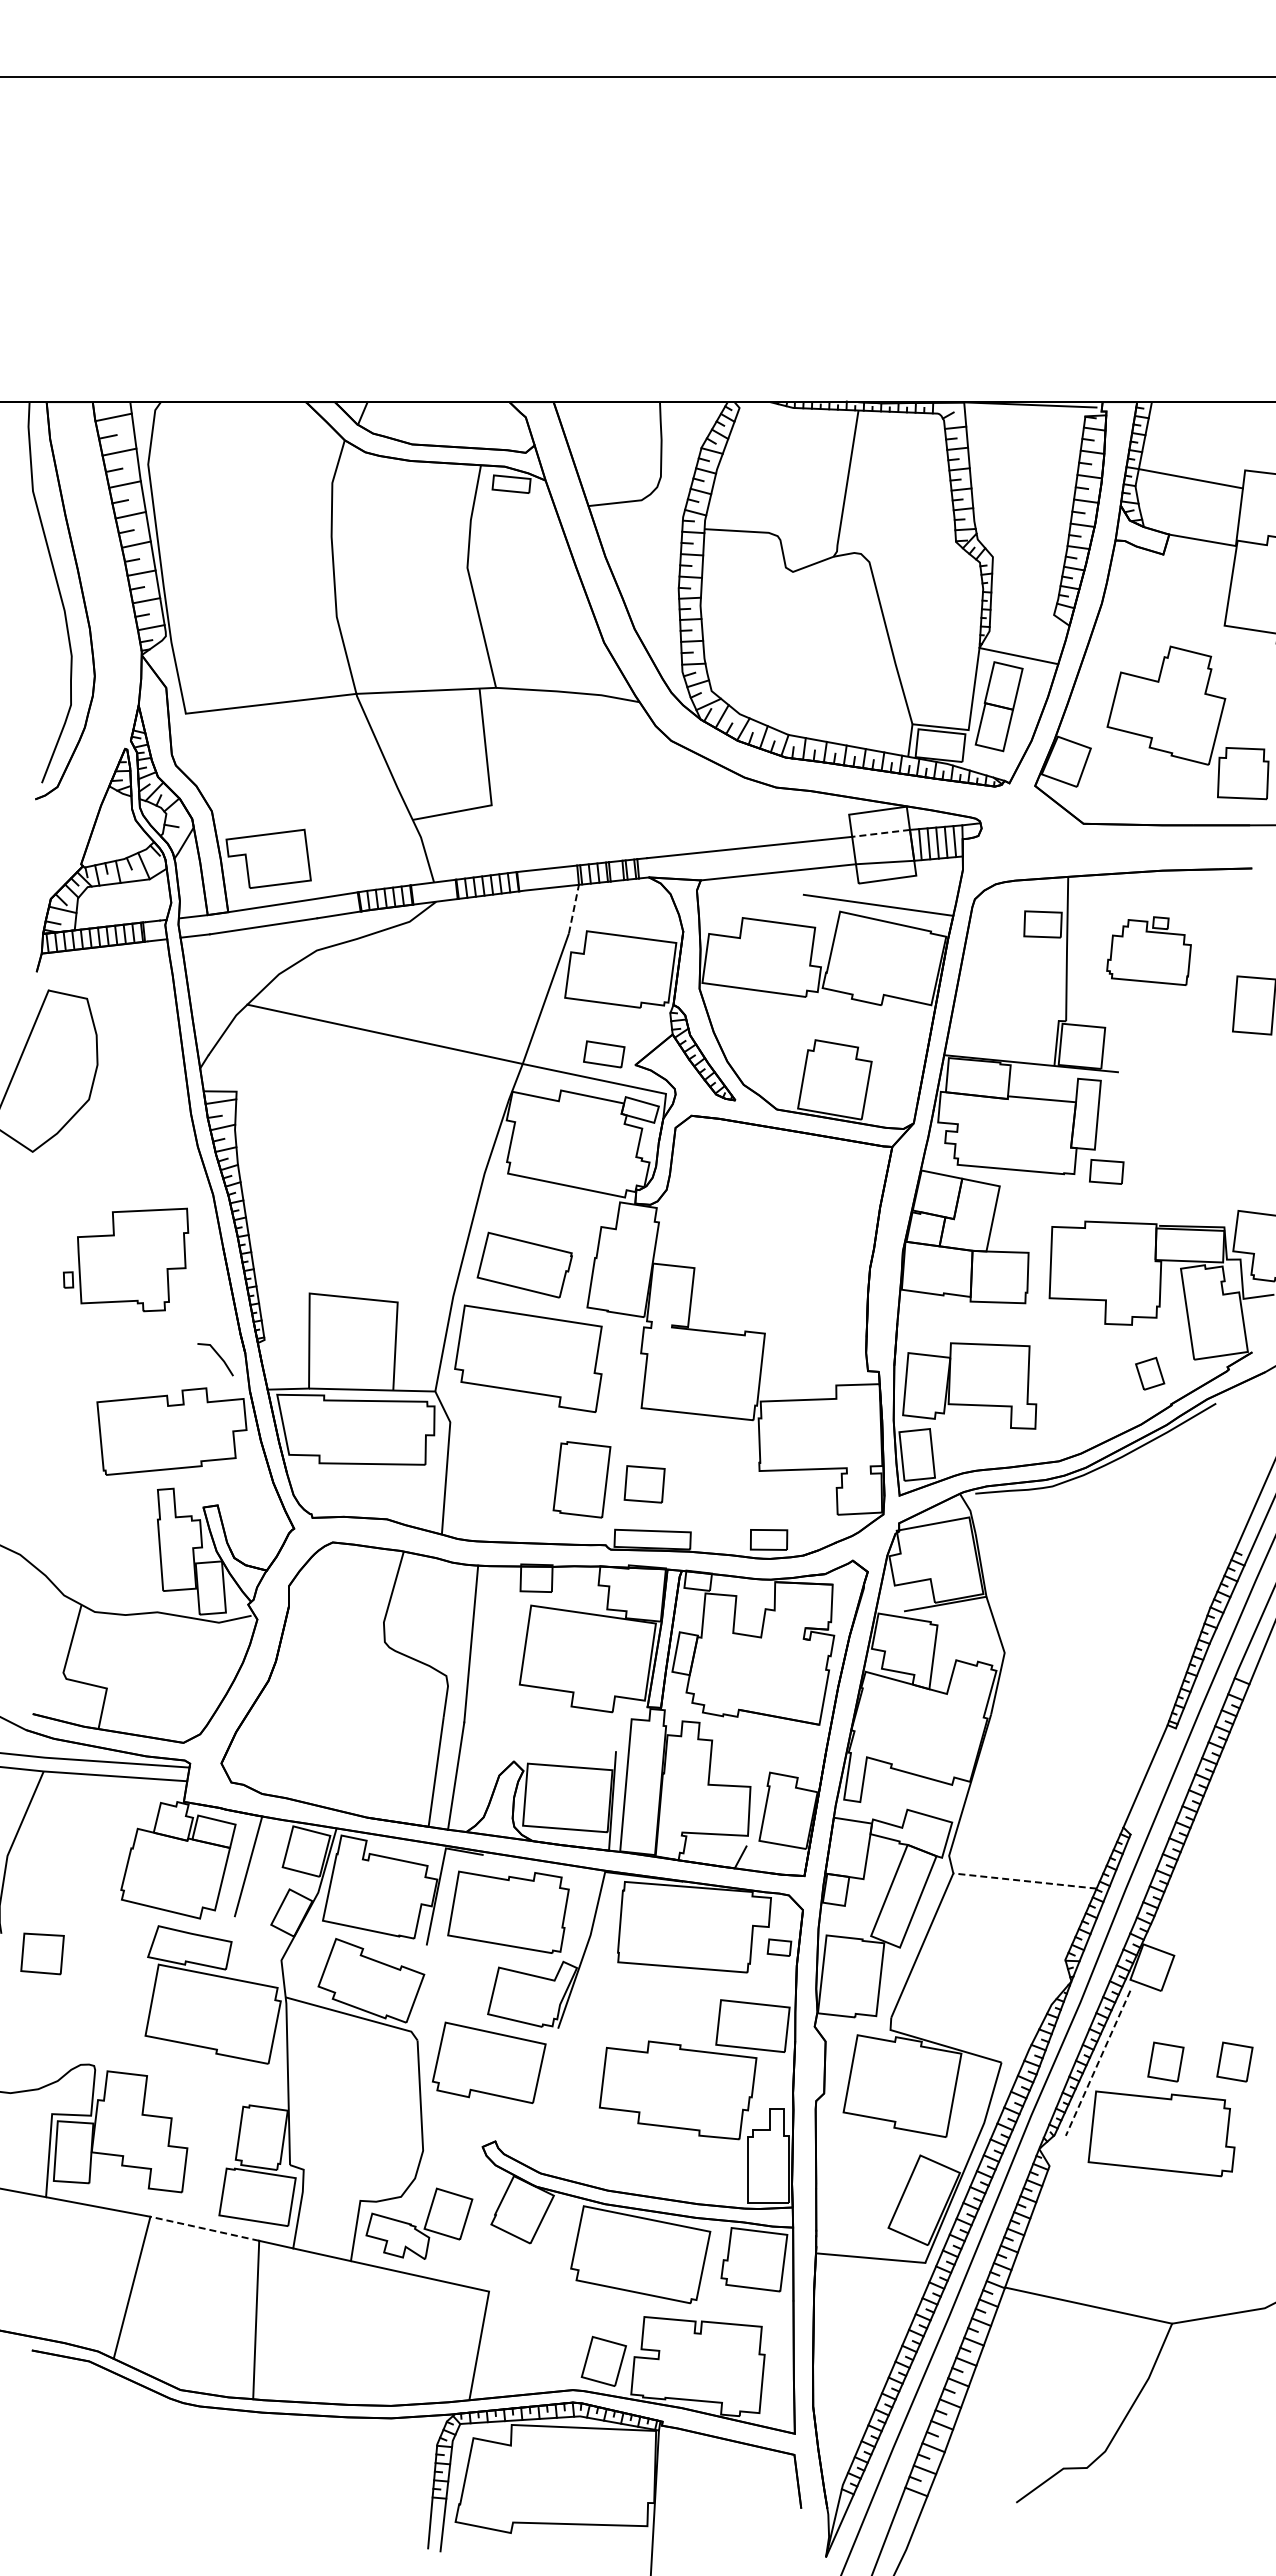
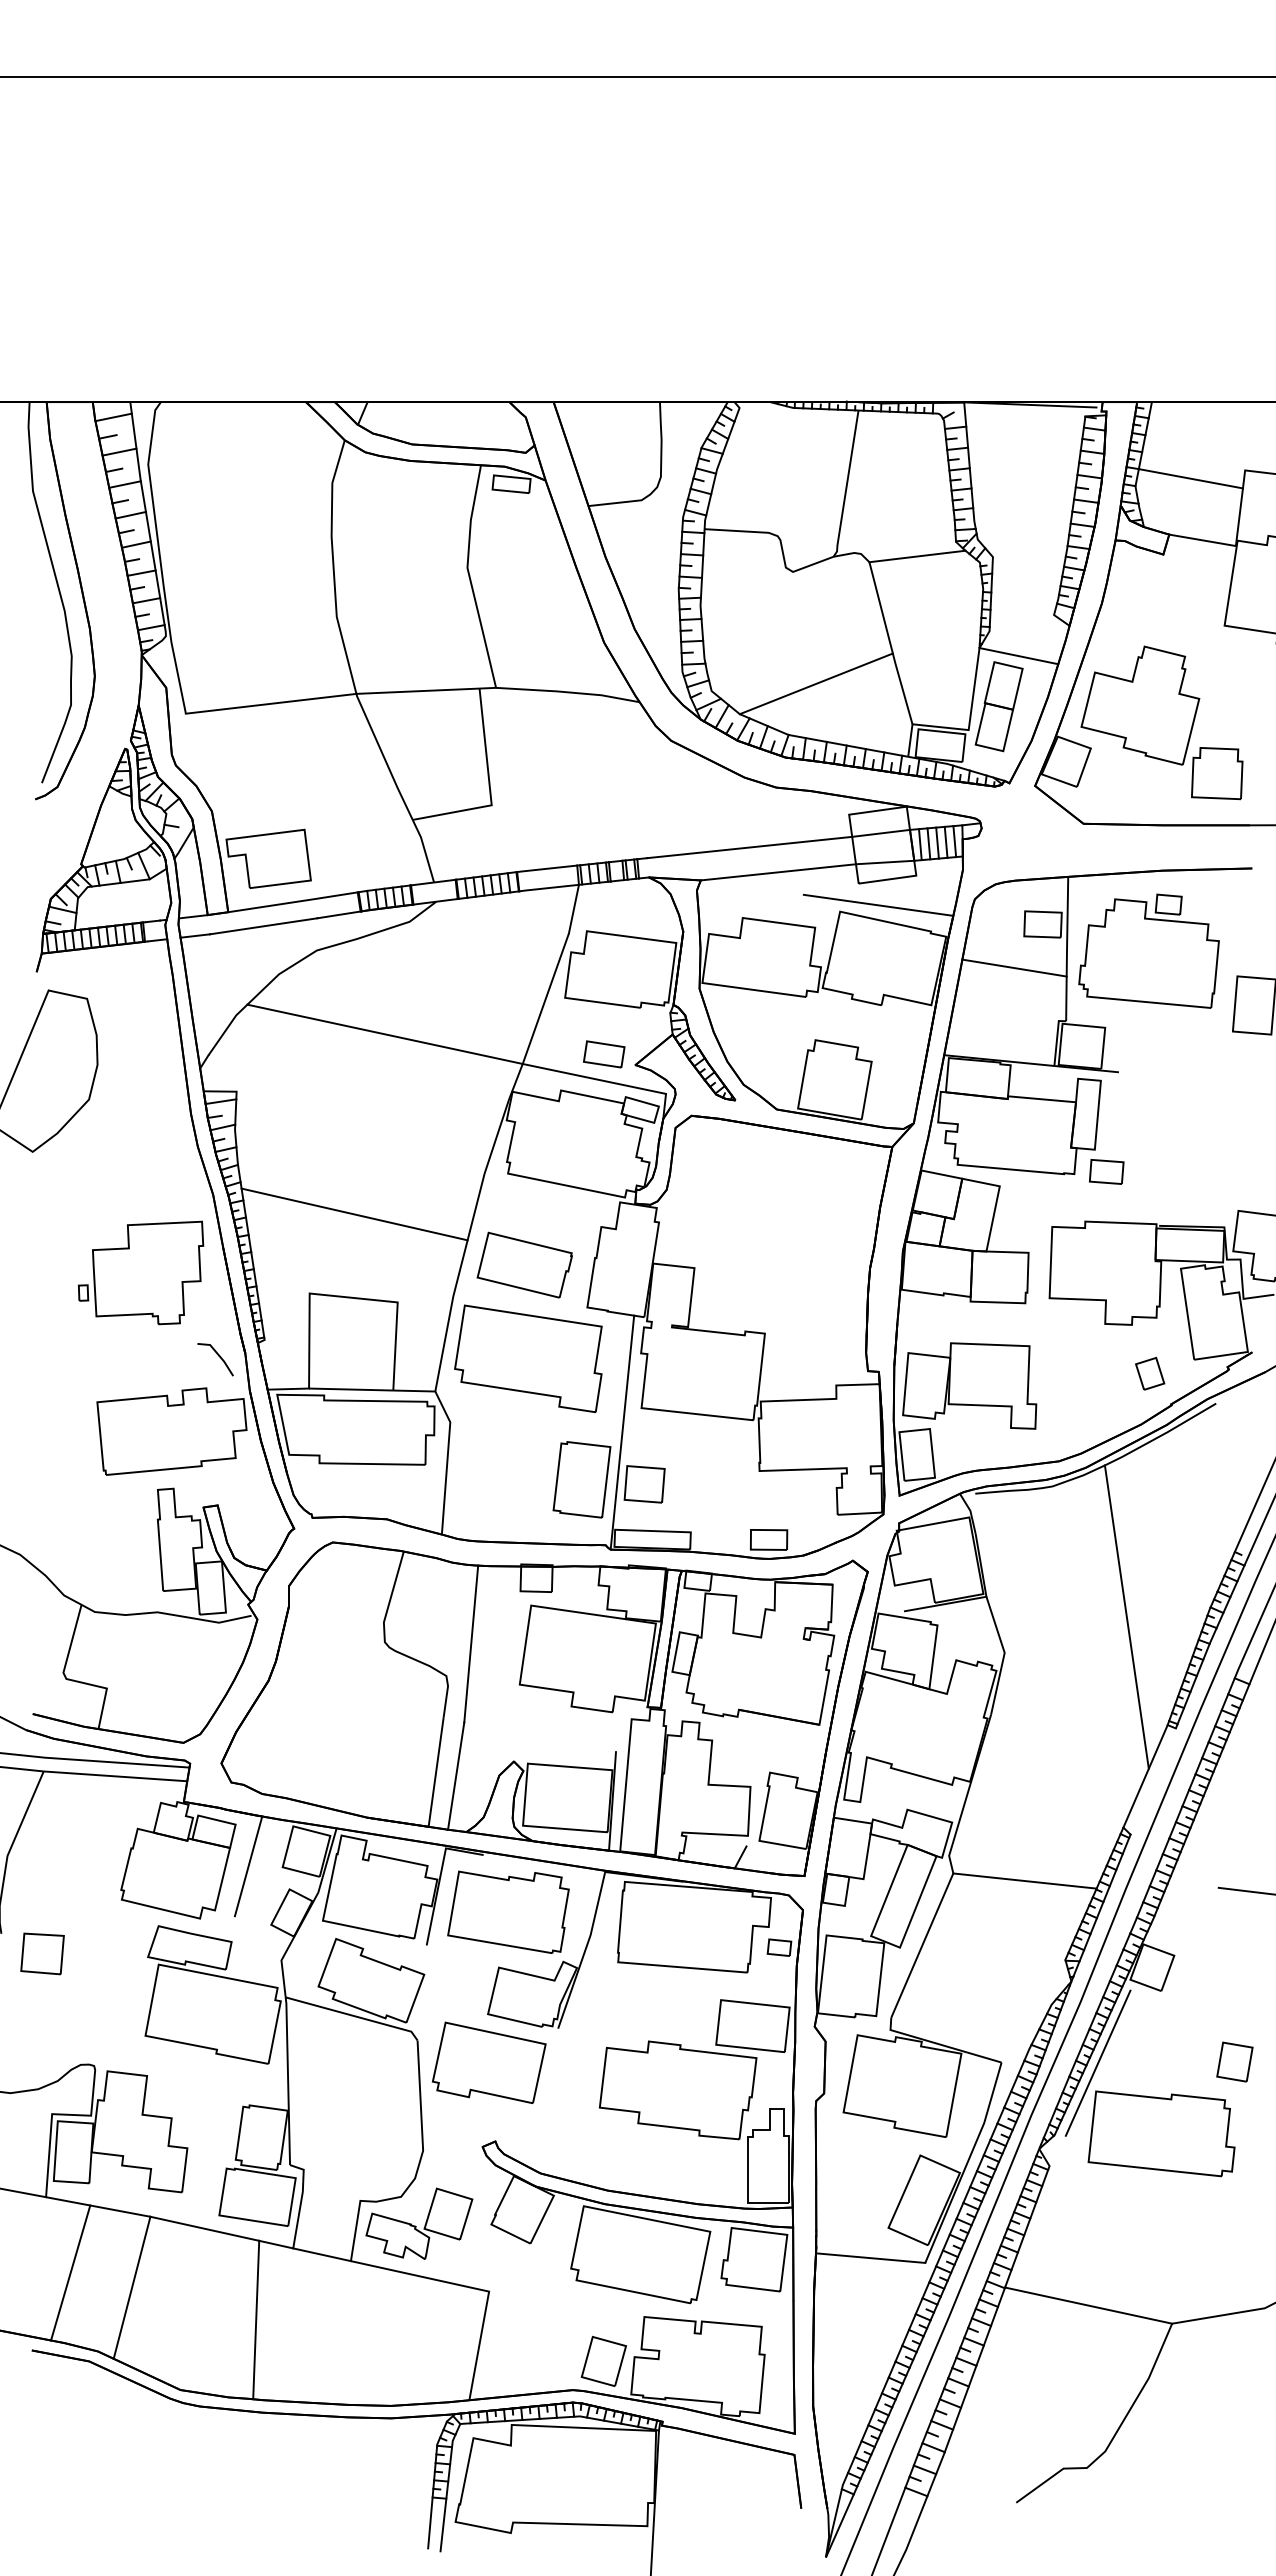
line at (917, 556): none -> present
line at (815, 683): none -> present
part at (1187, 722) position: (1187, 722) -> (1161, 722)
line at (880, 833): dashed -> solid
line at (573, 909): dashed -> solid
part at (1148, 950) size: 86x70 px -> 142x116 px
line at (1014, 967): none -> present
line at (354, 1214): none -> present
part at (126, 1259) position: (126, 1259) -> (141, 1272)
line at (622, 1432): none -> present
line at (1126, 1616): none -> present
line at (1024, 1880): dashed -> solid
line at (1245, 1890): none -> present
part at (1165, 2061): present -> none
line at (1097, 2063): dashed -> solid
line at (204, 2228): dashed -> solid
line at (70, 2272): none -> present
